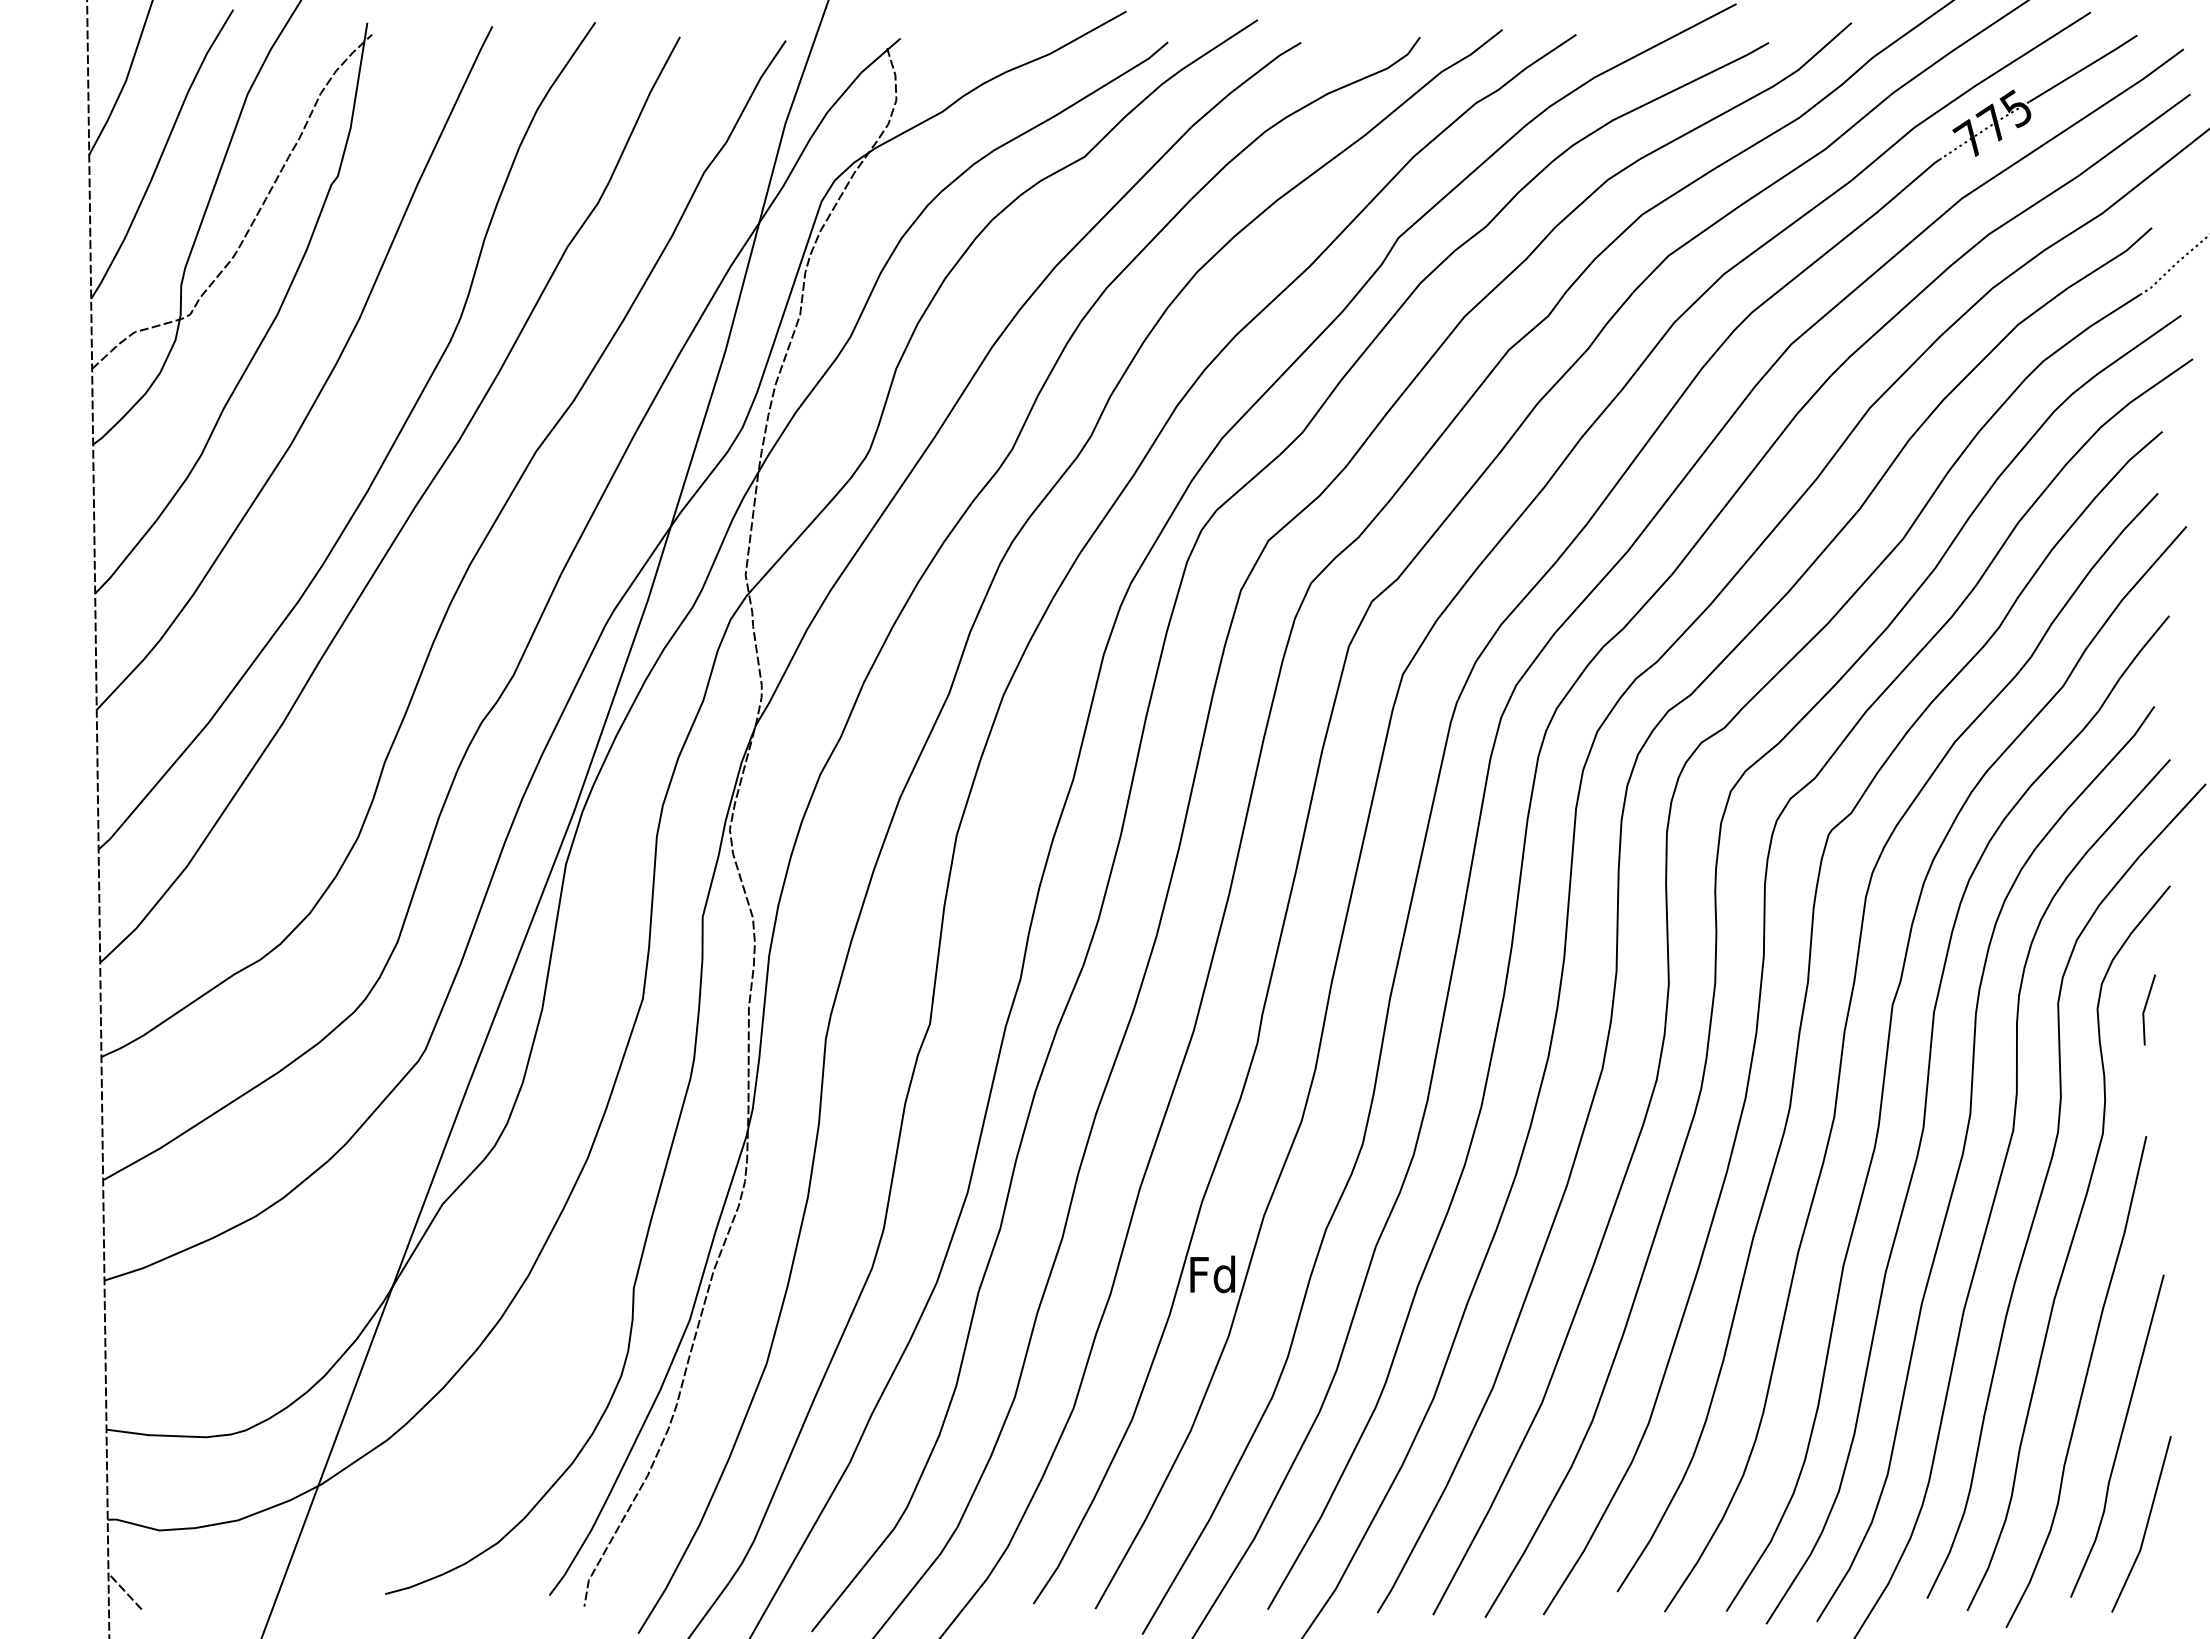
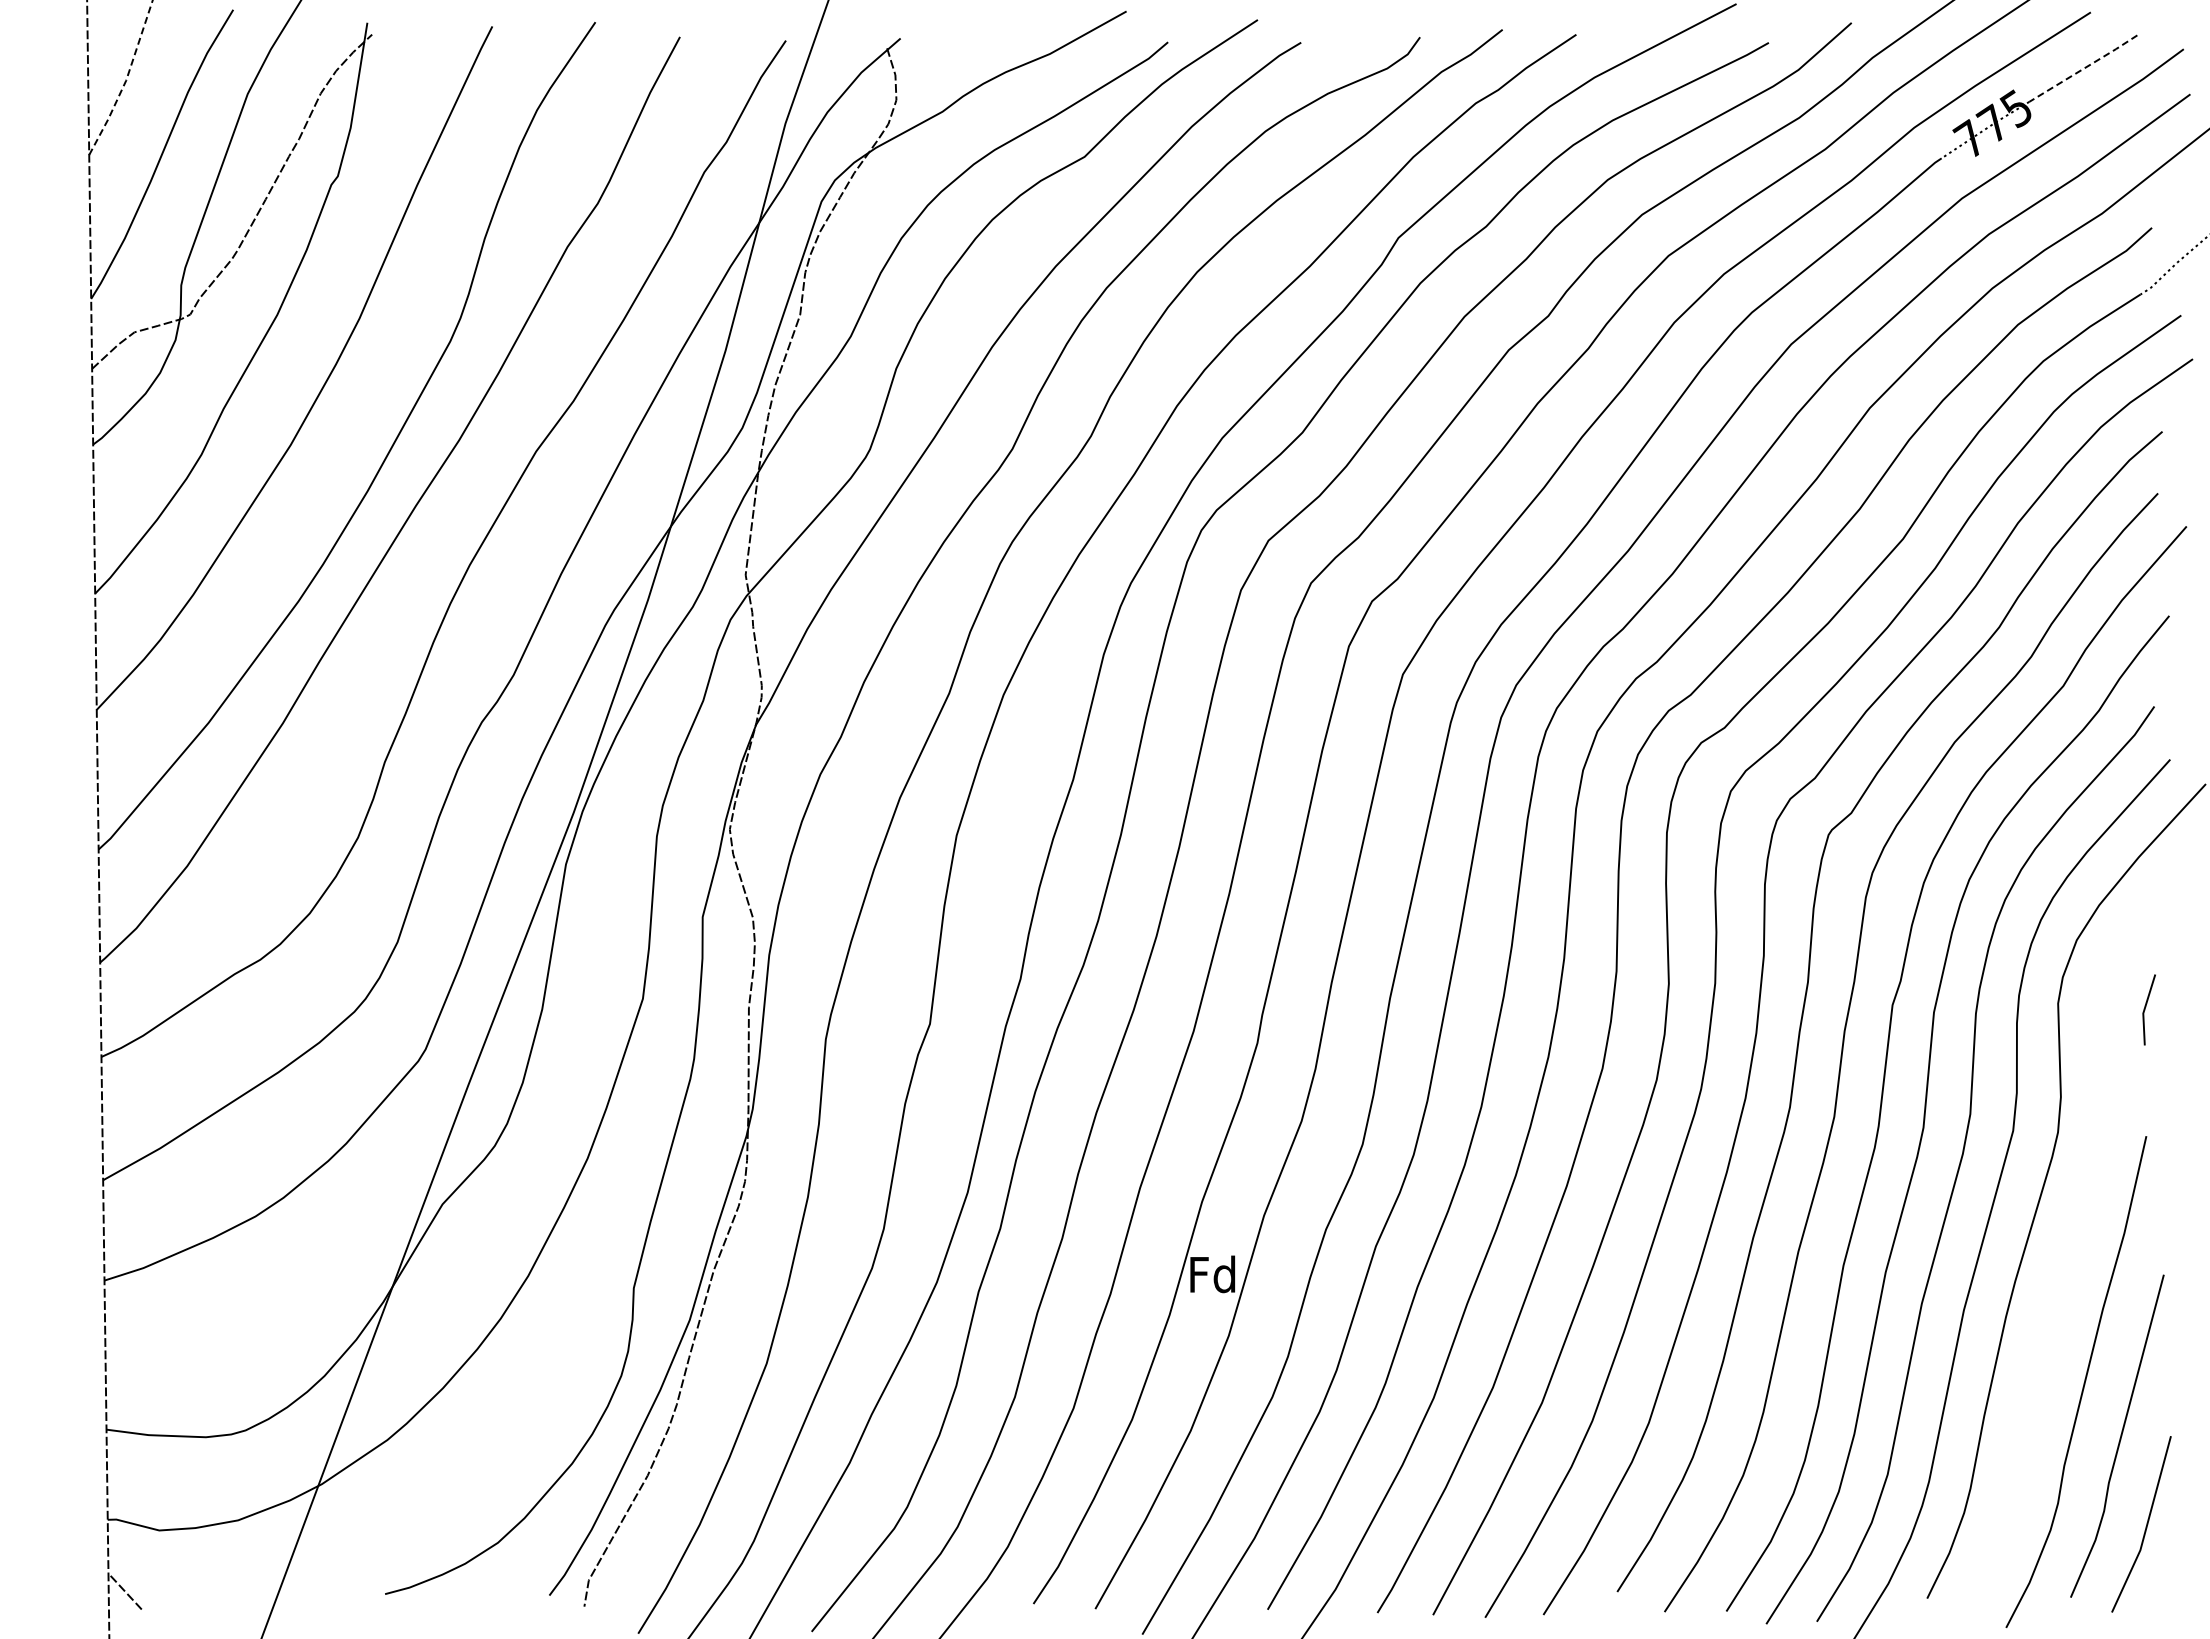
line at (2083, 68): solid -> dashed
line at (126, 80): solid -> dashed
curve at (2069, 1247): present -> none
